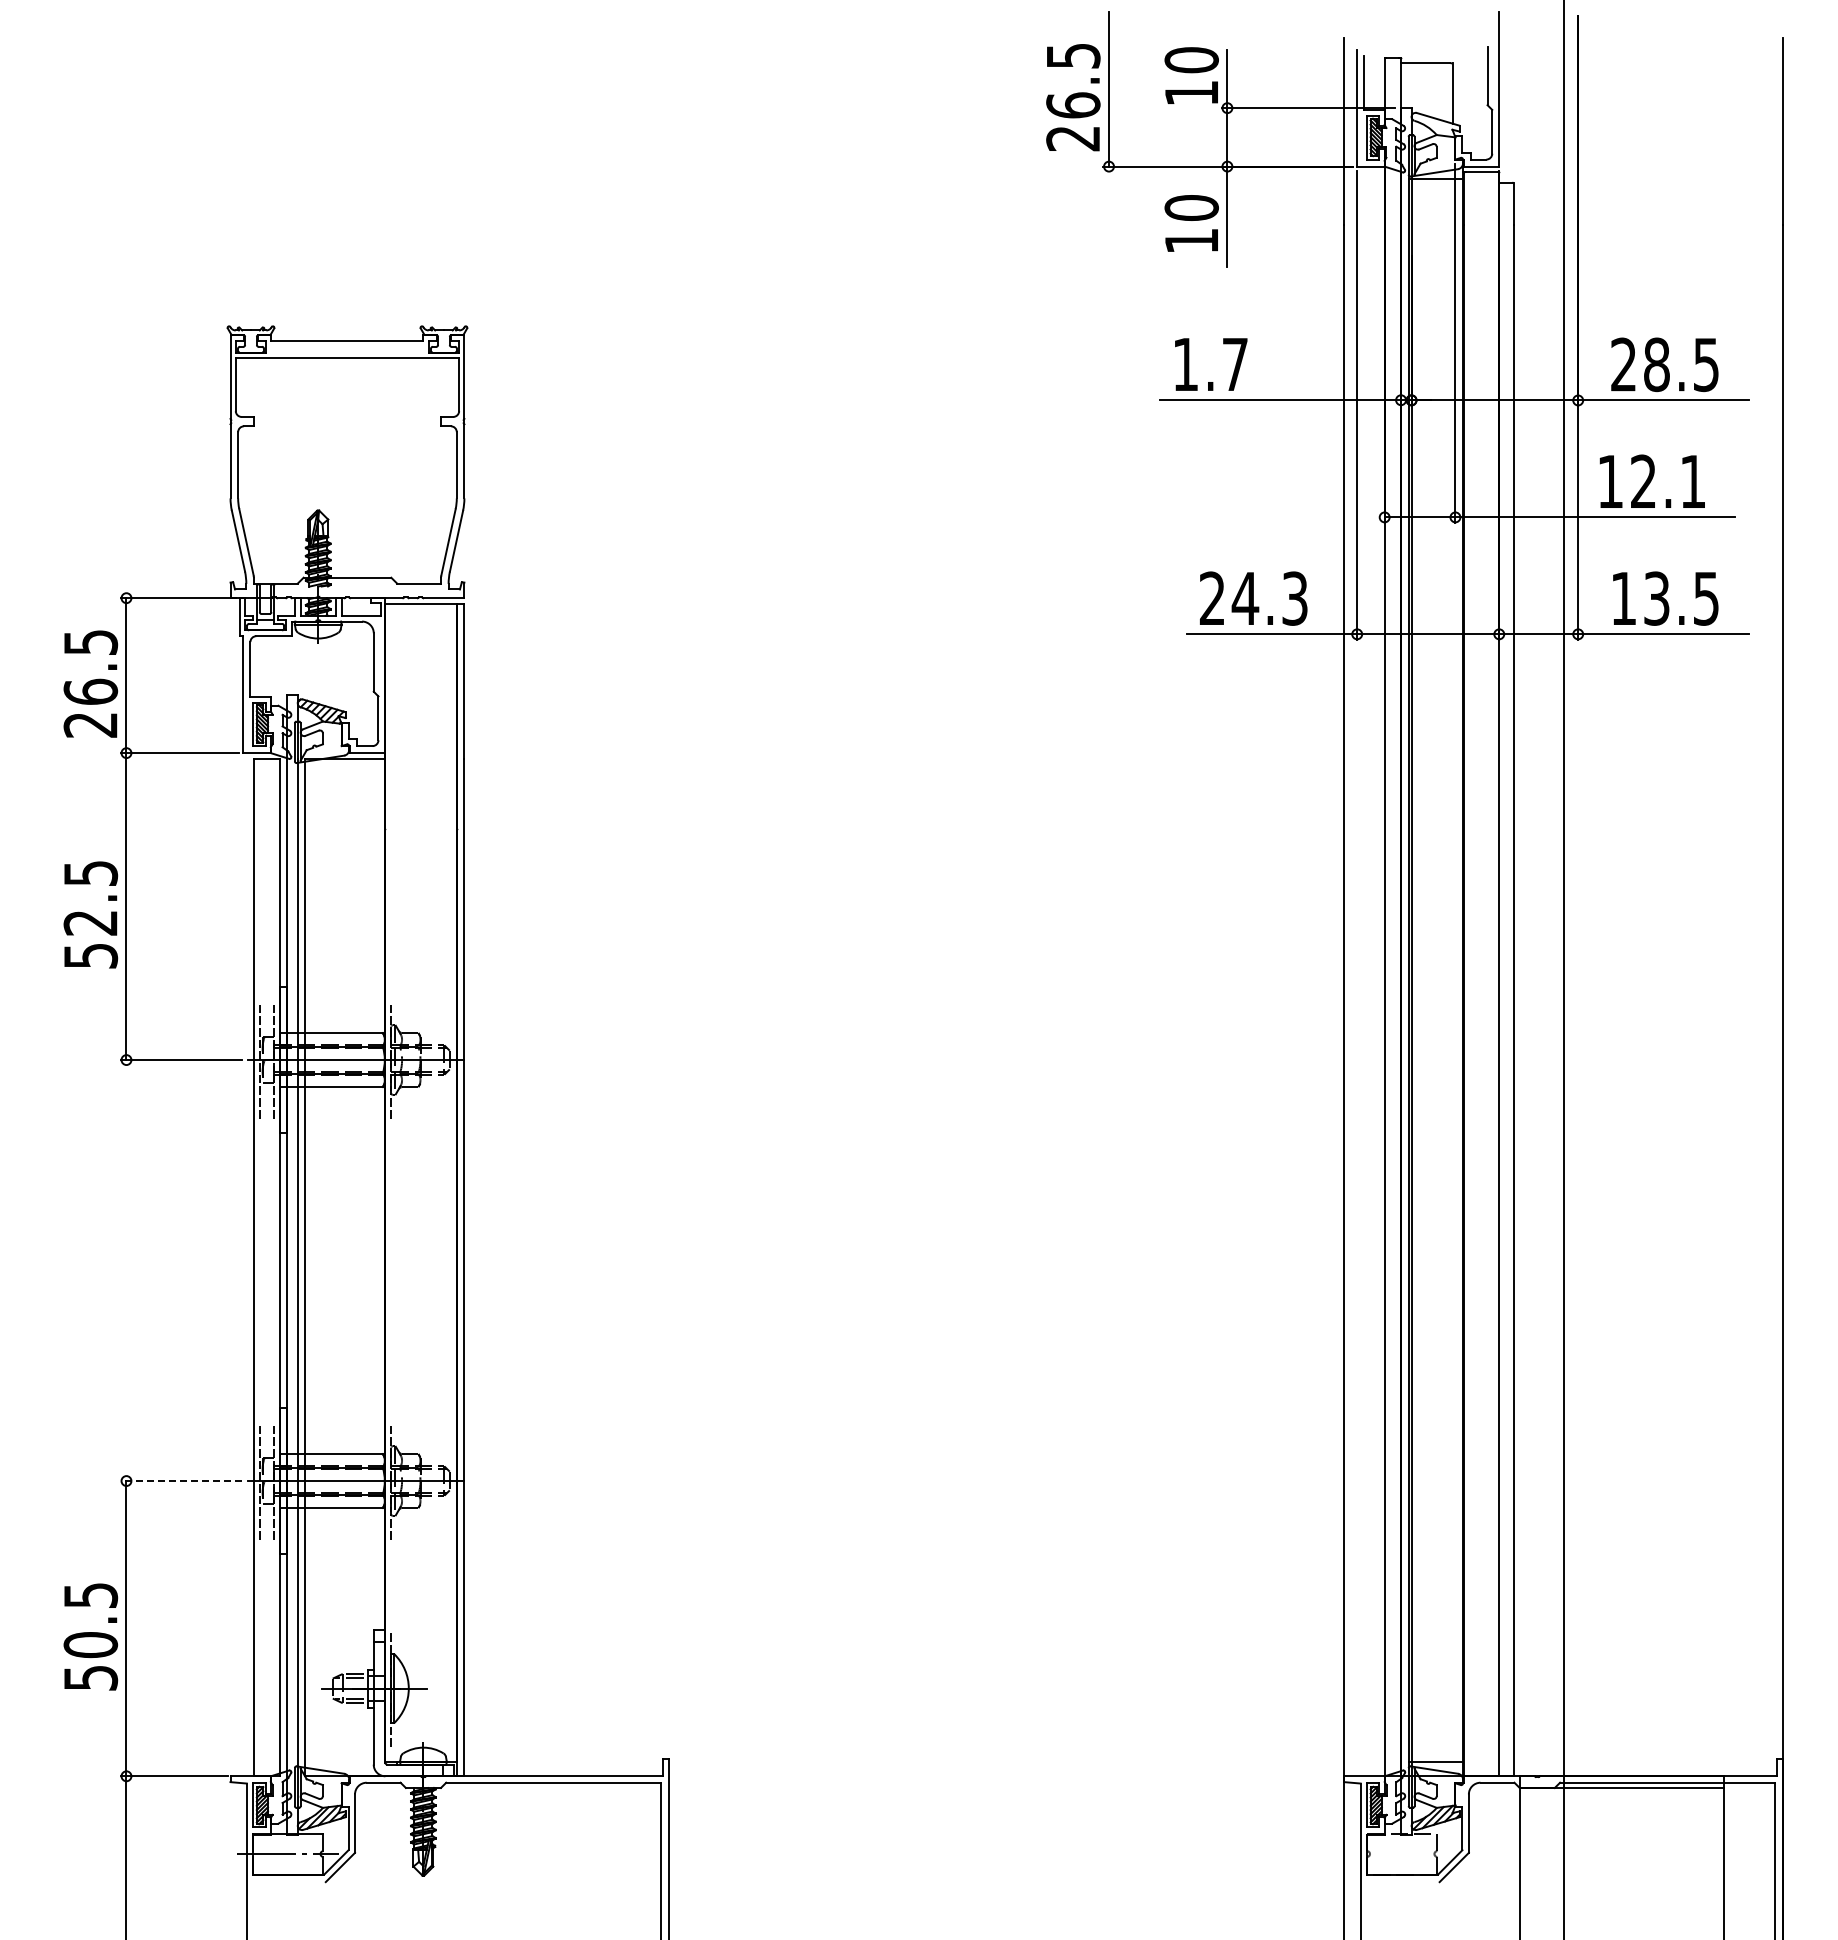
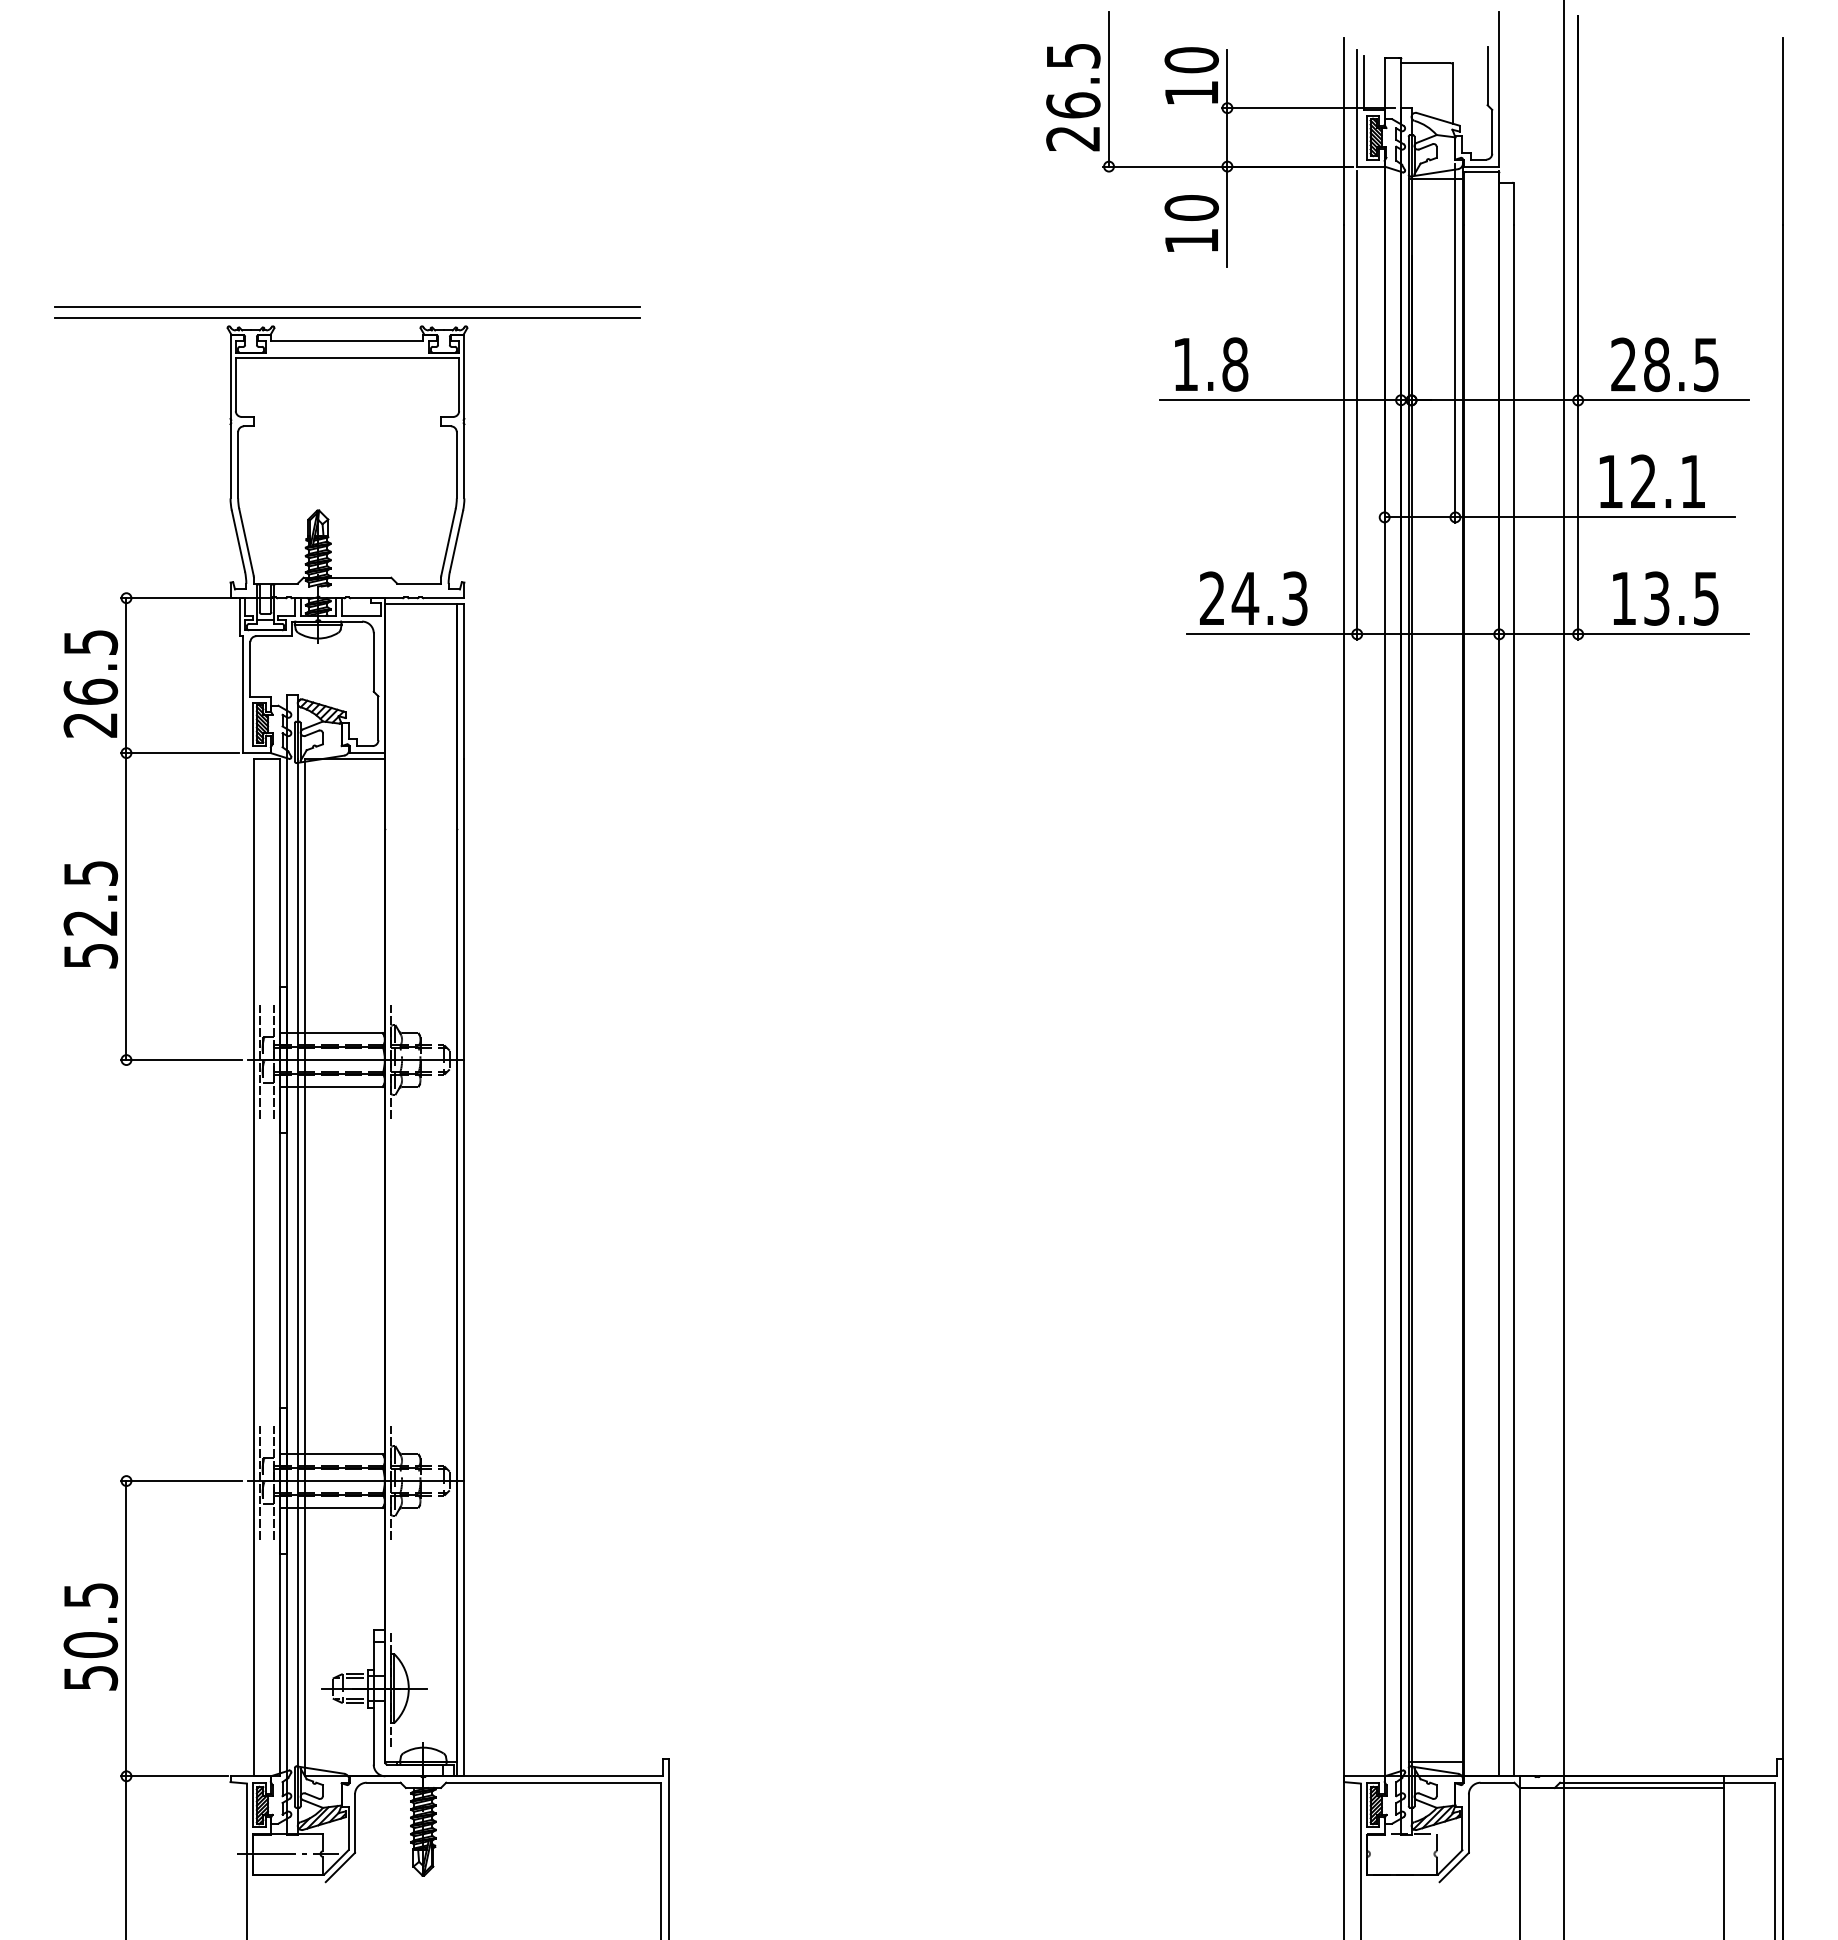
line at (347, 306): none -> present
line at (347, 317): none -> present
text at (1235, 364): 1.7 -> 1.8
line at (181, 1481): dashed -> solid
